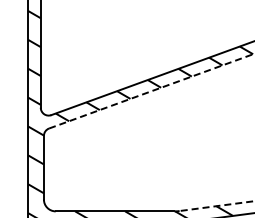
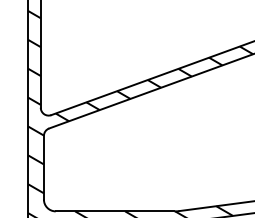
line at (152, 90): dashed -> solid
line at (217, 206): dashed -> solid
